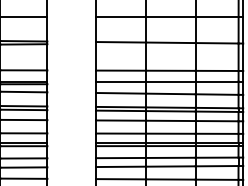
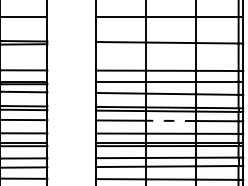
line at (170, 120): solid -> dashed
